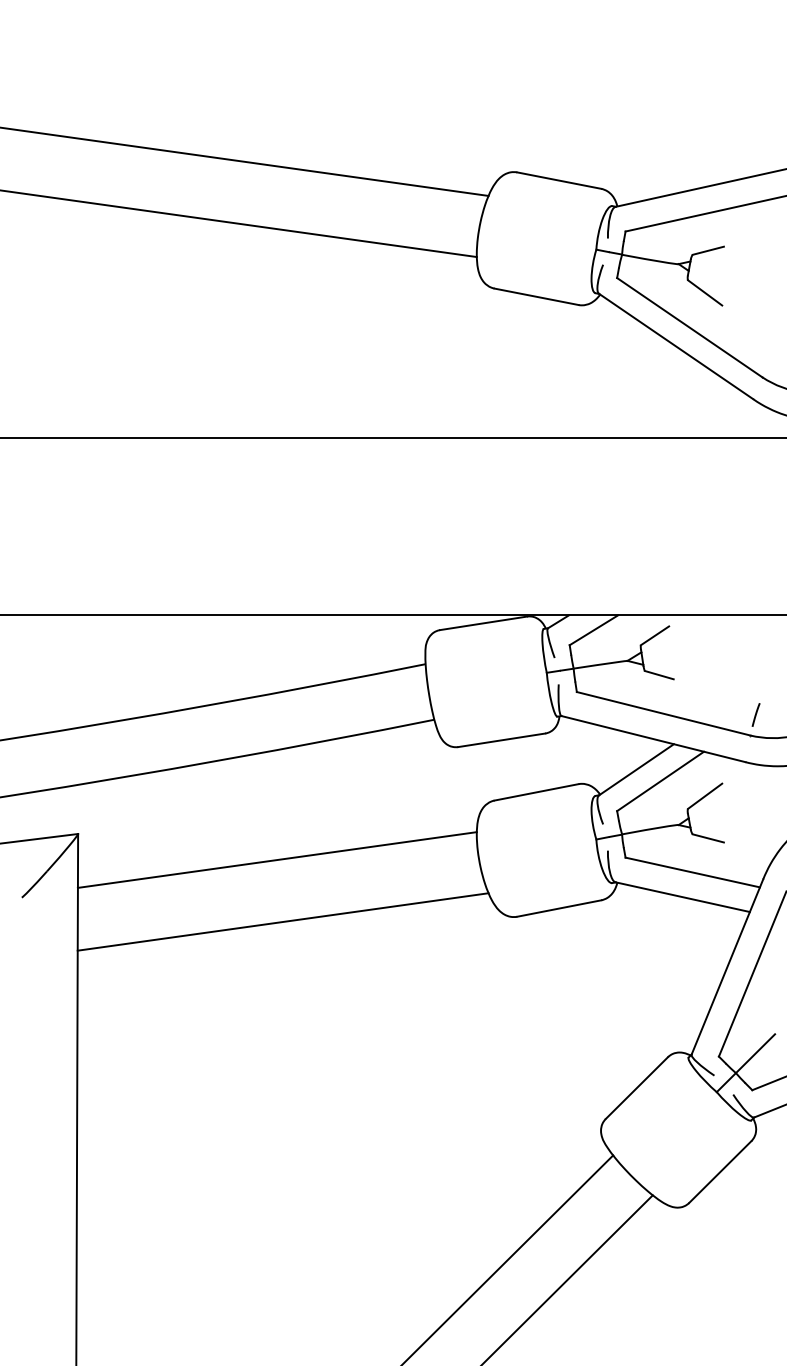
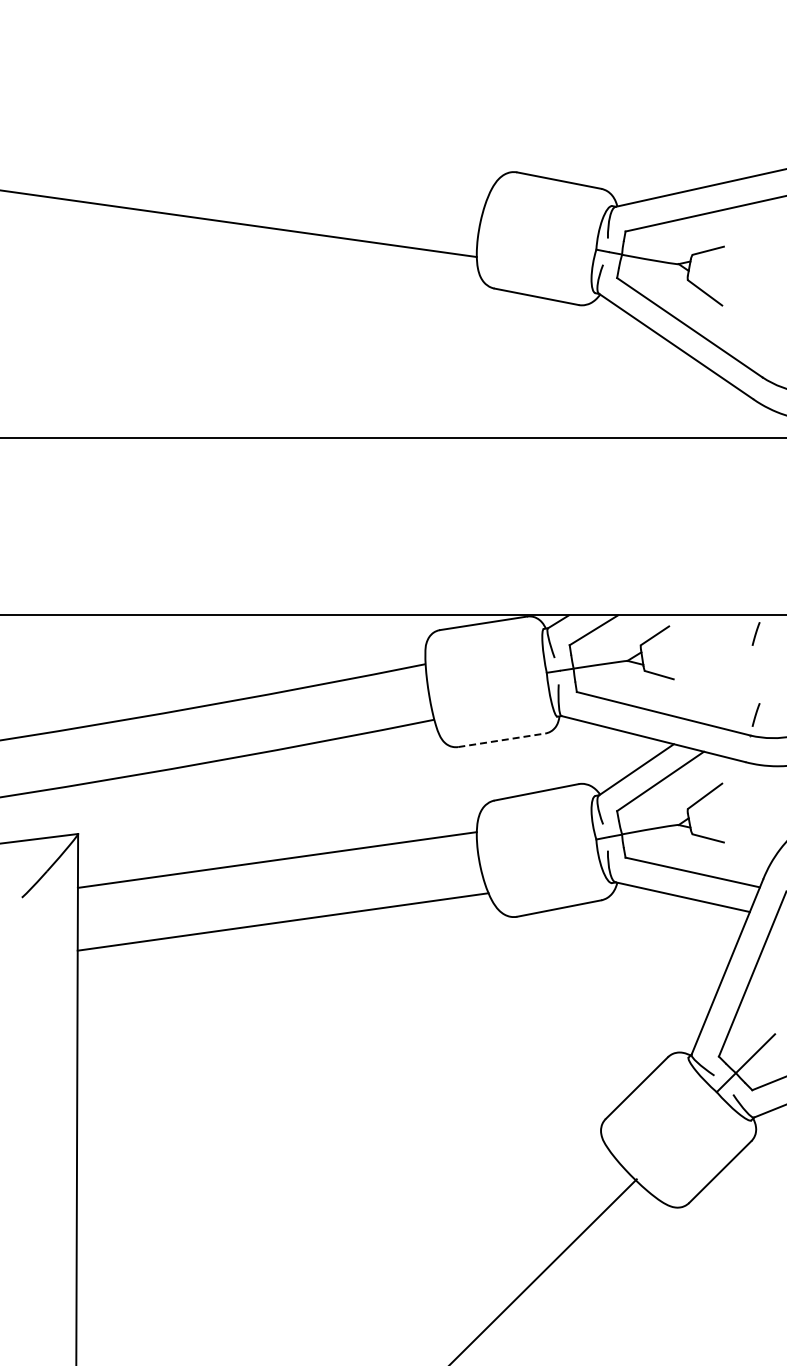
line at (245, 161): present -> none
line at (755, 633): none -> present
line at (501, 740): solid -> dashed
line at (508, 1258): present -> none
line at (568, 1278) position: (568, 1278) -> (544, 1270)
